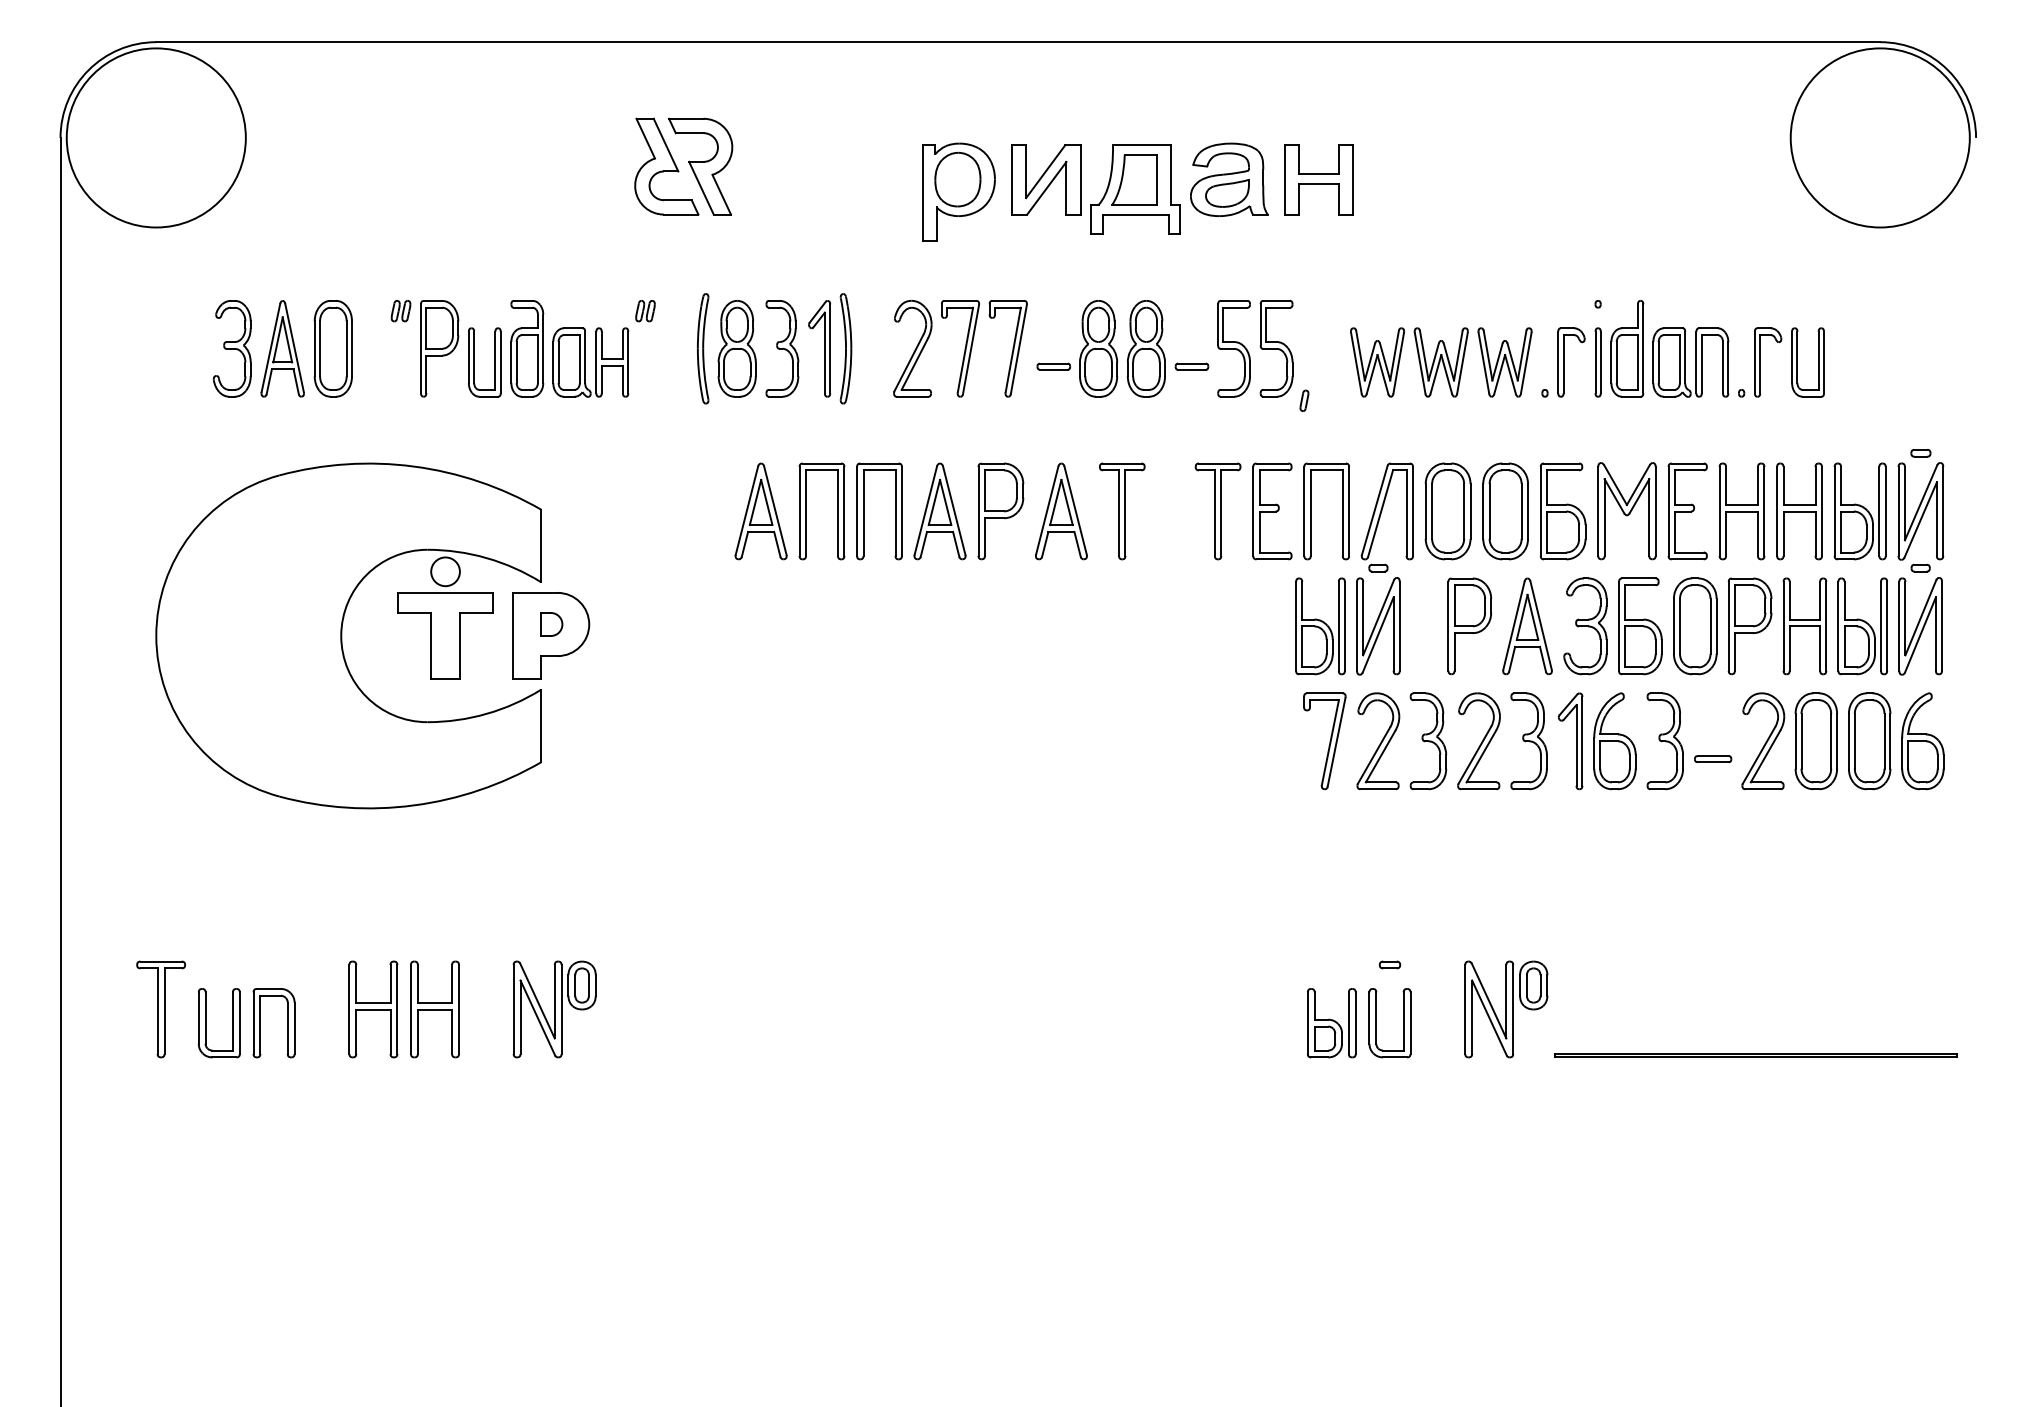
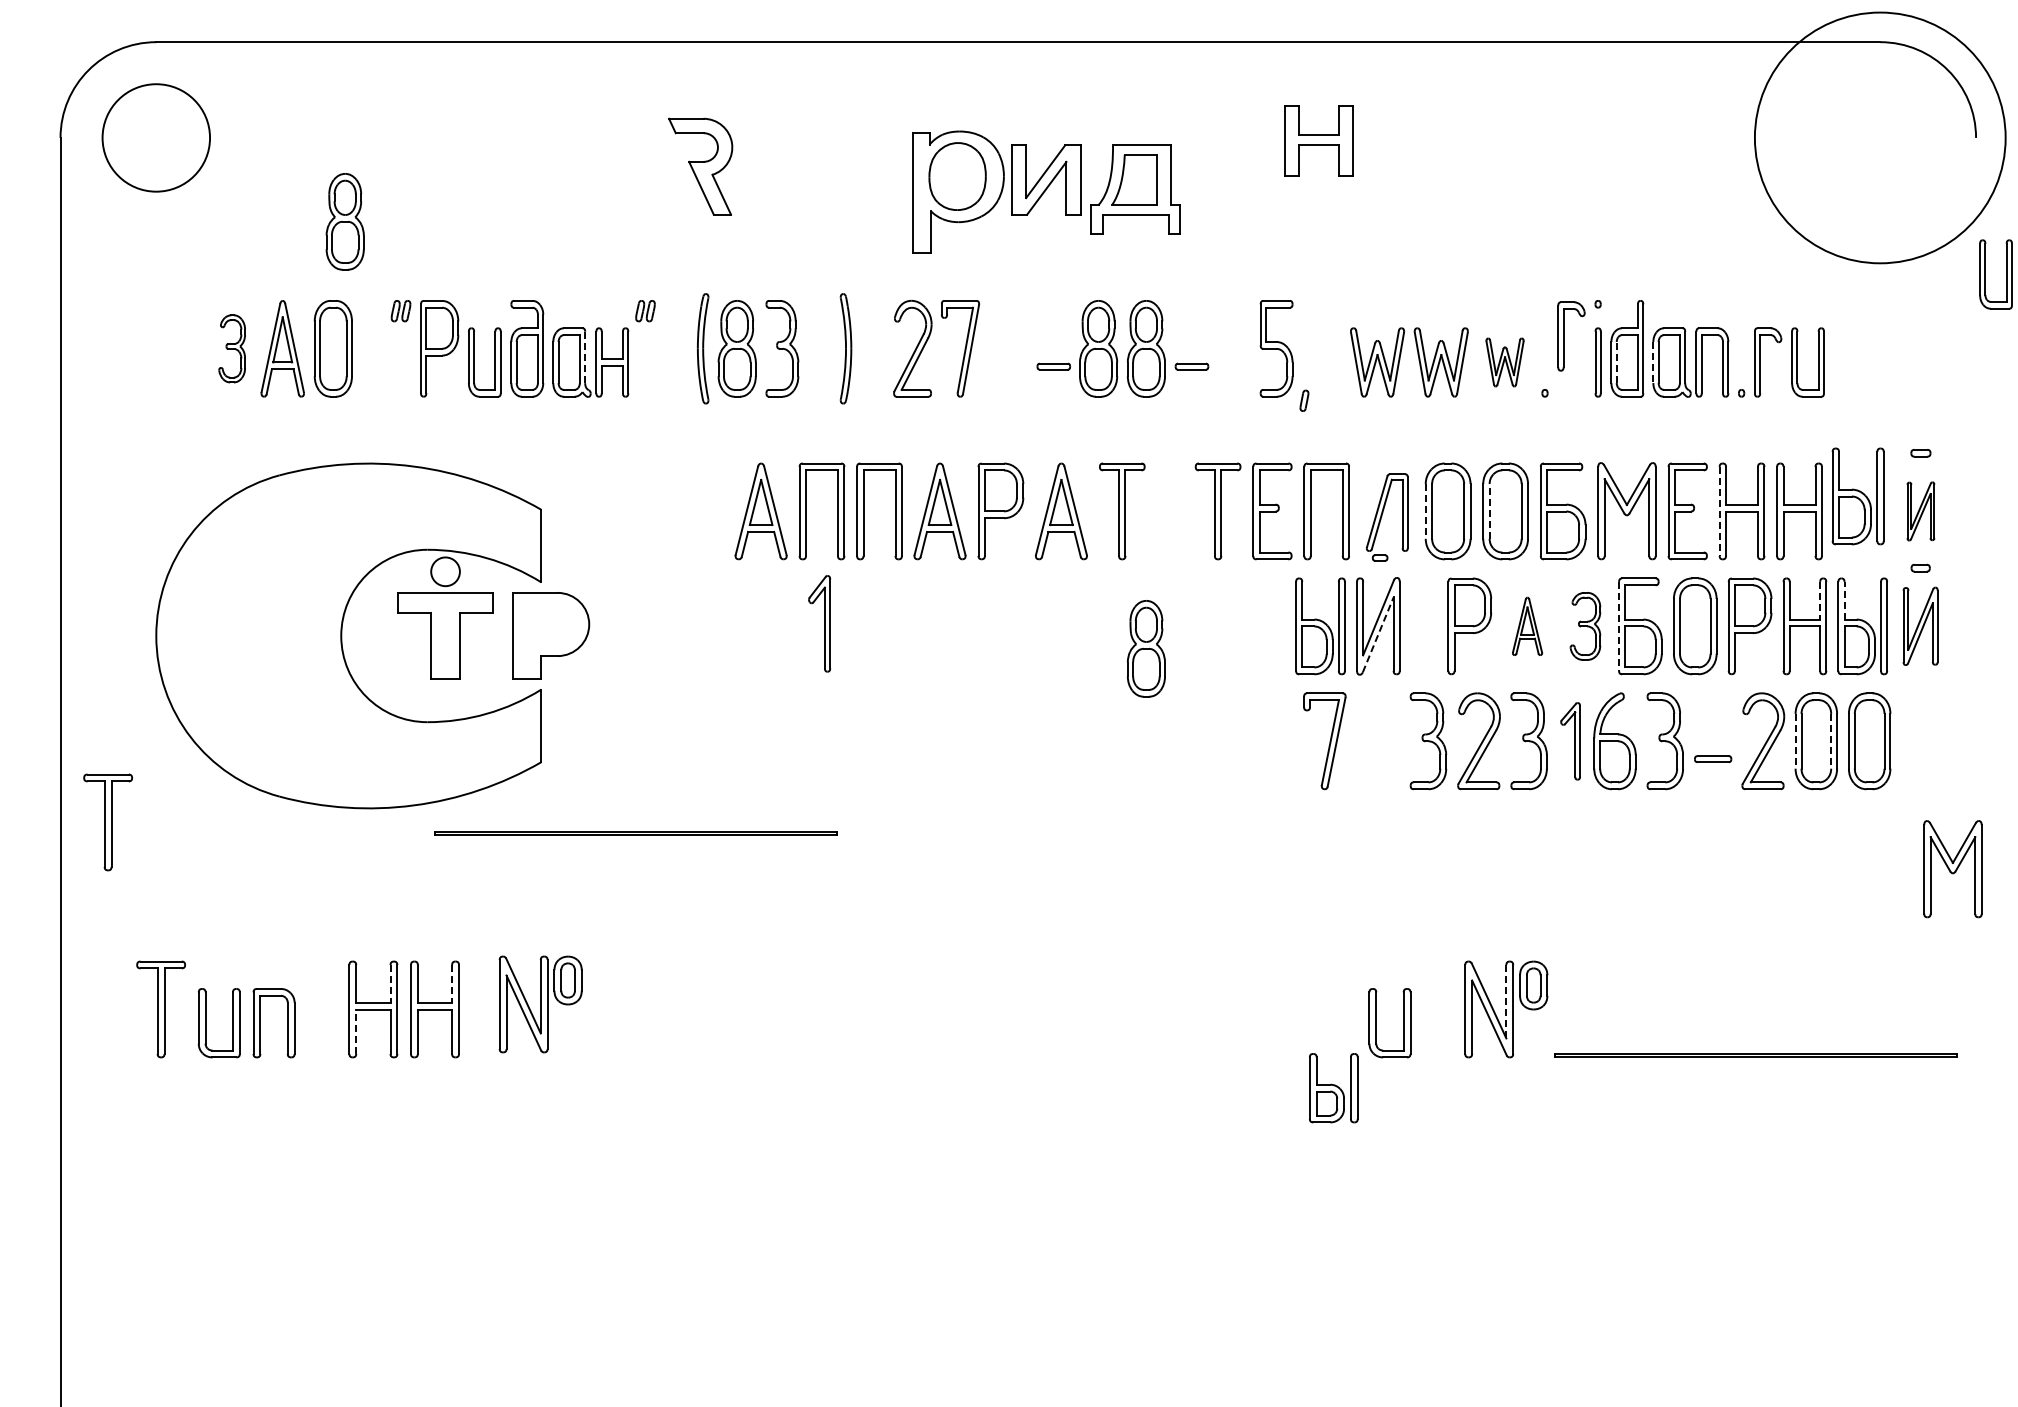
circle at (155, 137) diameter: 179 px -> 107 px
circle at (1879, 137) diameter: 179 px -> 251 px
part at (666, 166): present -> none
part at (1229, 179): present -> none
part at (1318, 179) position: (1318, 179) -> (1318, 140)
part at (958, 191) size: 74x100 px -> 93x124 px
part at (344, 221): none -> present
part at (1985, 274): none -> present
part at (231, 348) size: 40x98 px -> 28x70 px
part at (819, 348) position: (819, 348) -> (819, 623)
part at (1007, 348): present -> none
part at (1233, 348): present -> none
line at (585, 357): solid -> dashed
part at (1504, 362) size: 56x71 px -> 40x51 px
part at (1564, 362) position: (1564, 362) -> (1564, 336)
line at (1616, 362): solid -> dashed
line at (1653, 362): solid -> dashed
line at (1489, 510): solid -> dashed
line at (1425, 511): solid -> dashed
line at (1719, 511): solid -> dashed
part at (1859, 511) position: (1859, 511) -> (1857, 496)
part at (1920, 511) size: 48x99 px -> 30x61 px
part at (1386, 517) size: 54x111 px -> 44x89 px
line at (1820, 600): solid -> dashed
line at (1844, 600): solid -> dashed
part at (551, 624): present -> none
part at (1527, 626) size: 51x99 px -> 32x60 px
part at (1585, 626) size: 45x99 px -> 33x69 px
line at (1619, 626): solid -> dashed
part at (1920, 626) size: 45x99 px -> 37x80 px
line at (1378, 634): solid -> dashed
part at (1146, 648): none -> present
part at (1378, 741): present -> none
part at (1570, 741) size: 27x99 px -> 21x79 px
line at (1795, 741): solid -> dashed
line at (1831, 741): solid -> dashed
part at (1922, 741): present -> none
part at (107, 822): none -> present
line at (635, 832): none -> present
part at (1952, 869): none -> present
part at (1389, 964): present -> none
line at (390, 983): solid -> dashed
line at (452, 983): solid -> dashed
line at (1506, 1001): solid -> dashed
part at (554, 1009) position: (554, 1009) -> (540, 1004)
part at (1331, 1023) position: (1331, 1023) -> (1333, 1088)
line at (356, 1031): solid -> dashed
